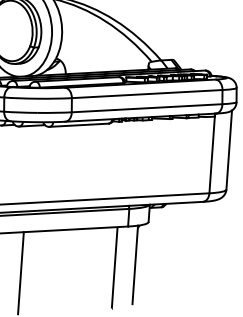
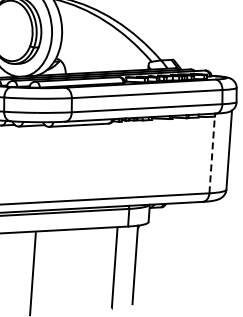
line at (212, 154): solid -> dashed
line at (20, 272) position: (20, 272) -> (32, 273)
